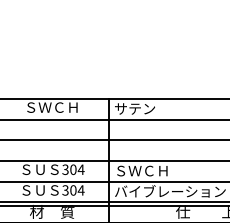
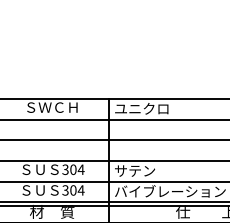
text at (141, 108): サテン -> ユニクロ
text at (141, 170): ＳＷＣＨ -> サテン
